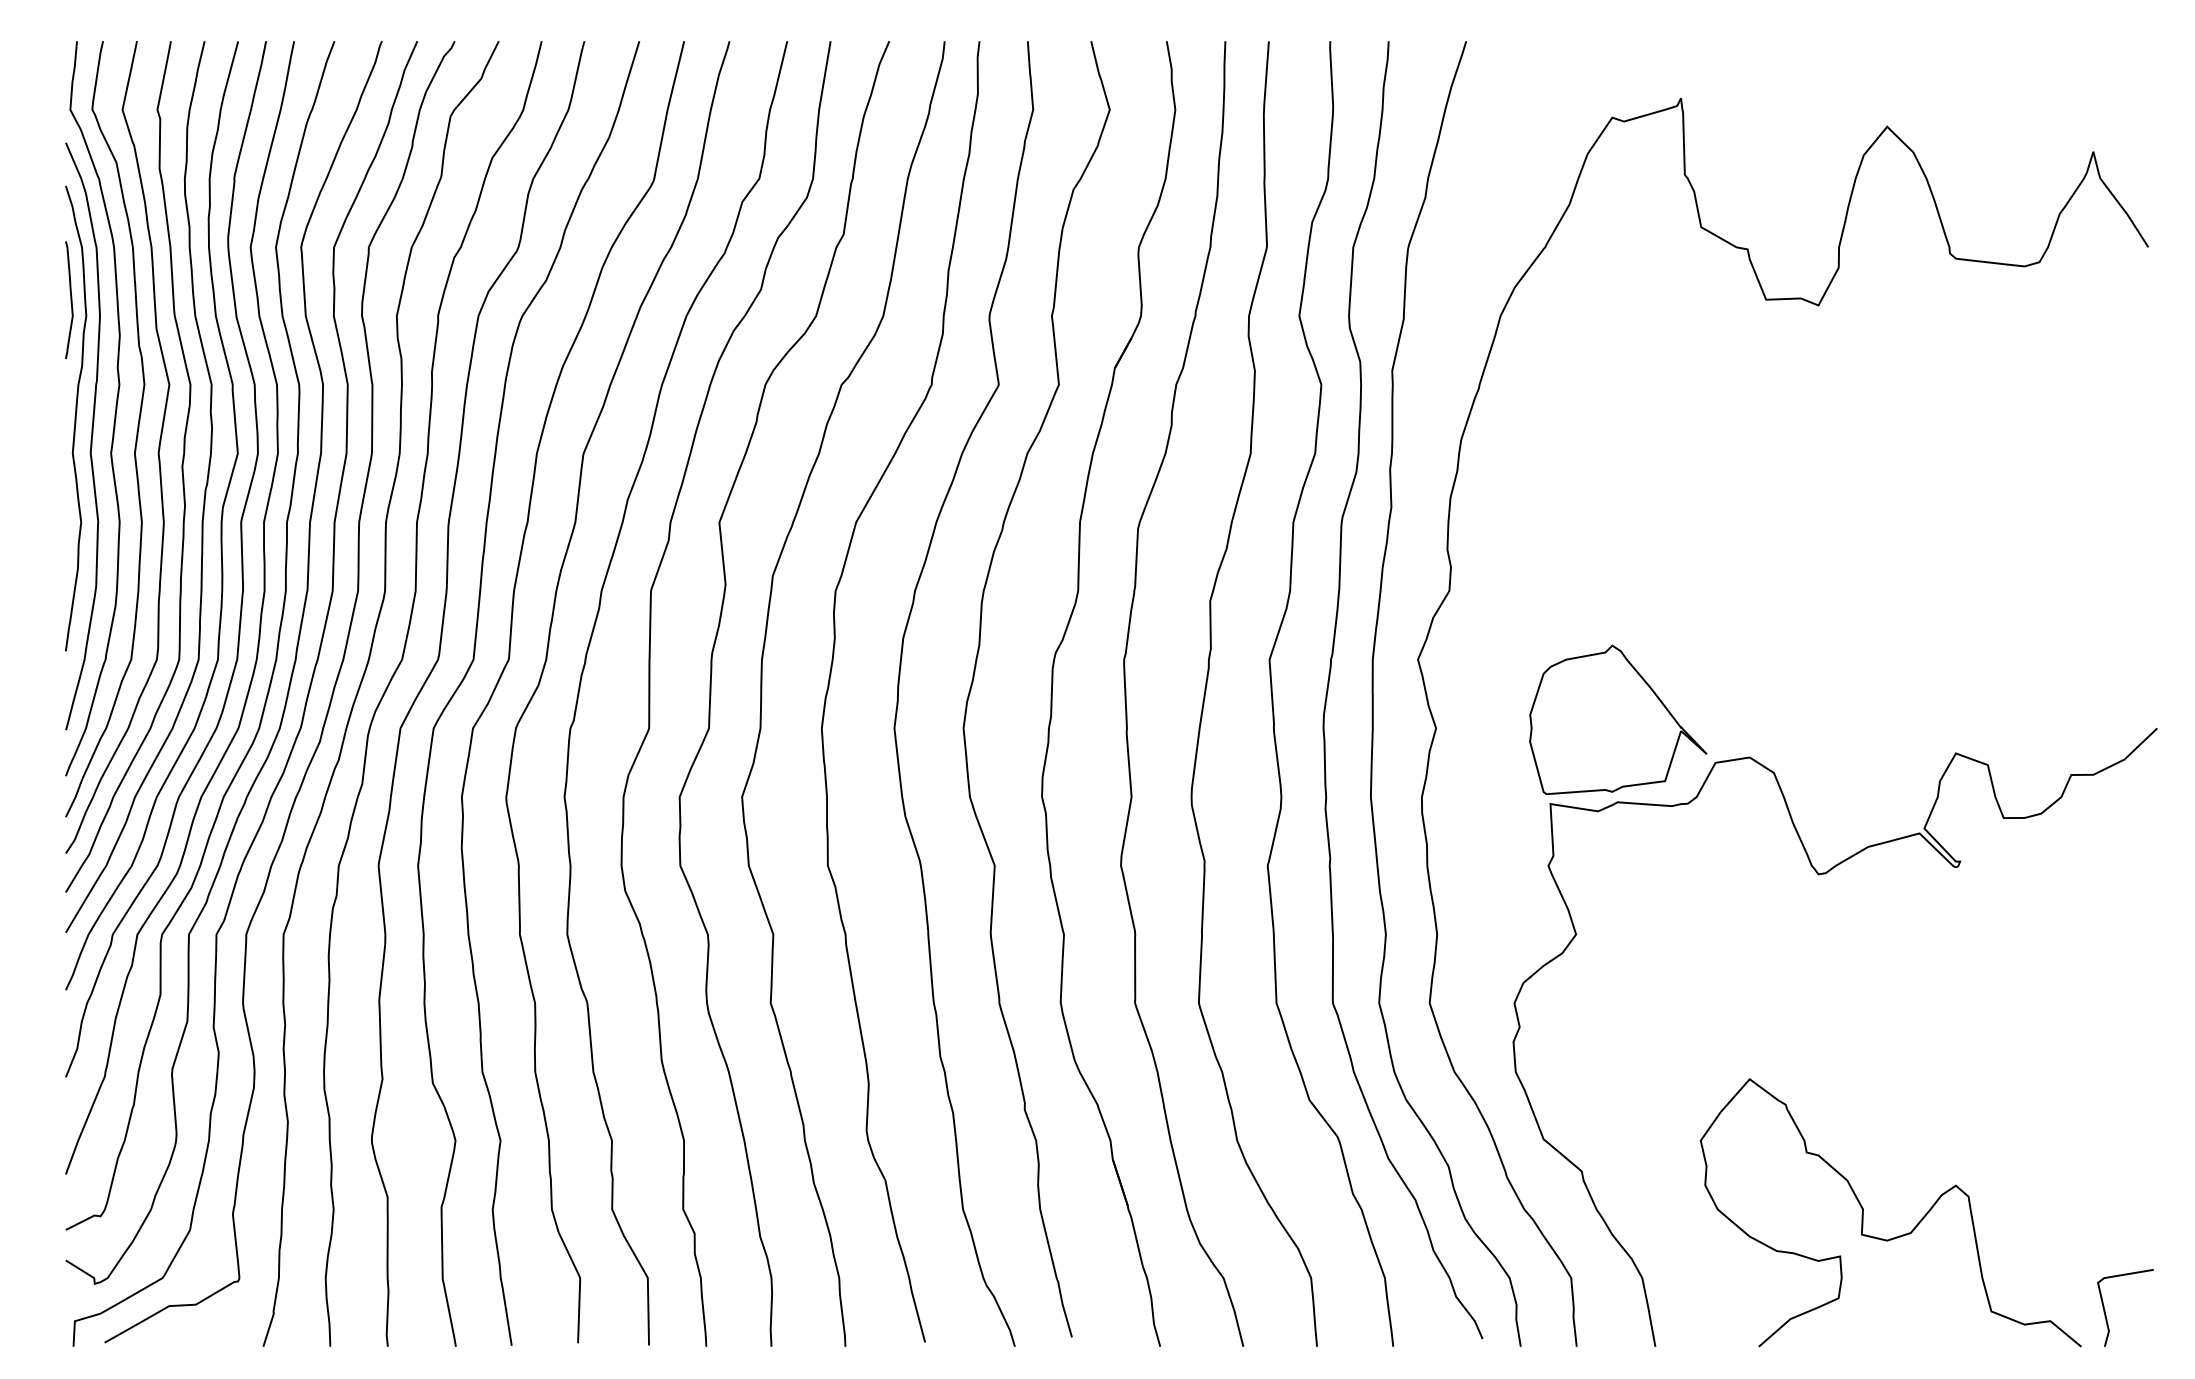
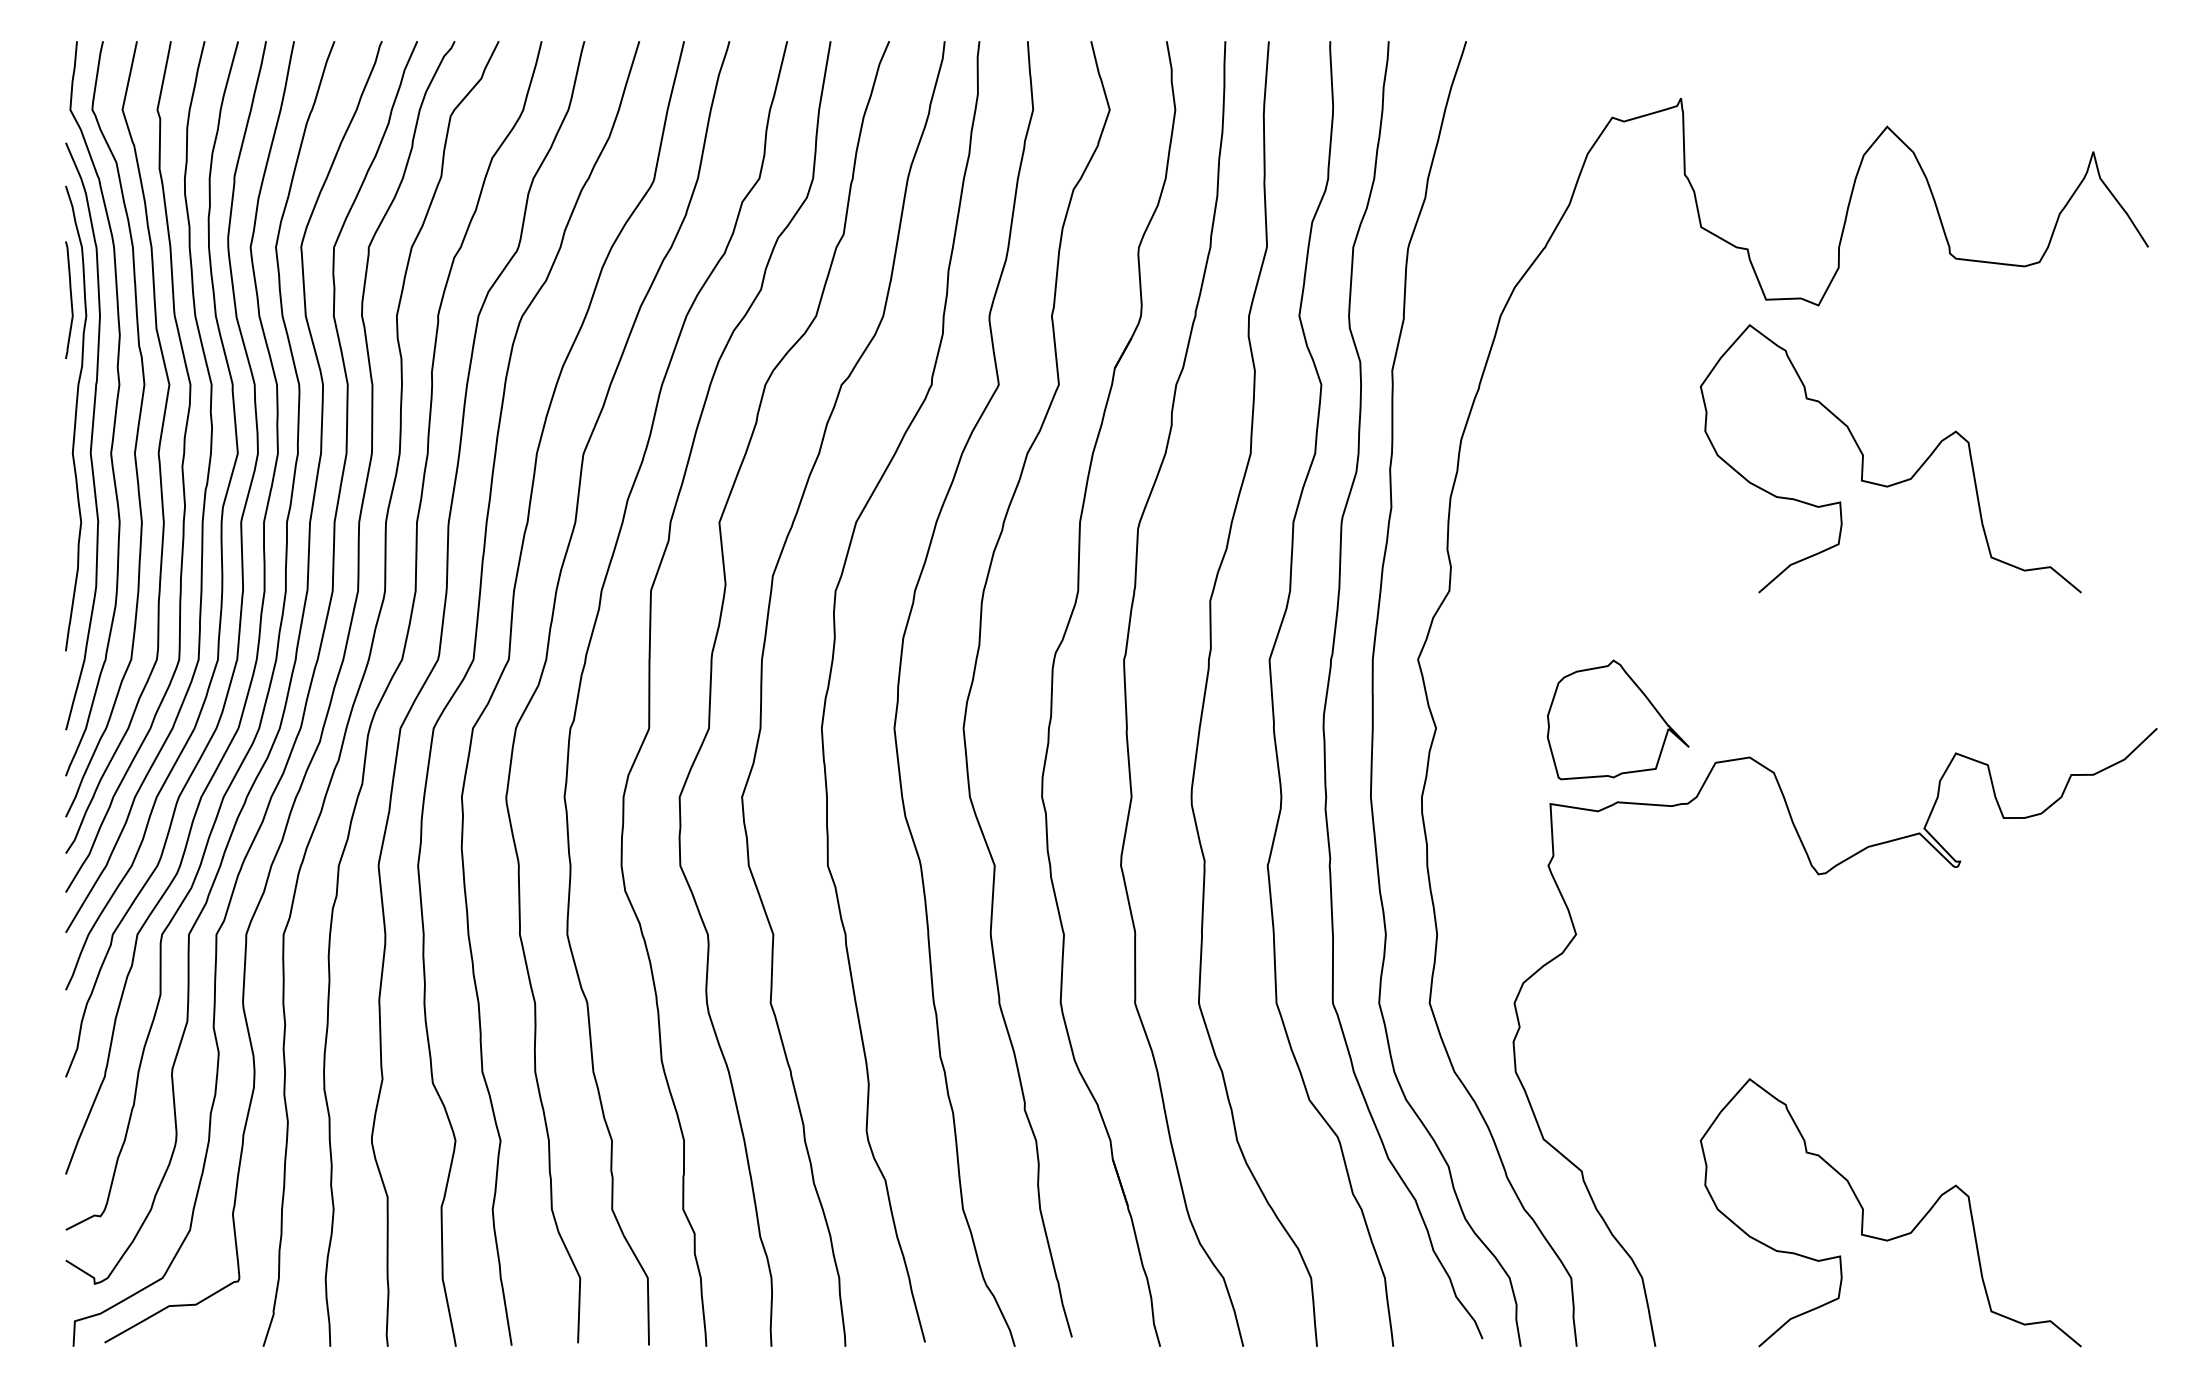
curve at (1899, 481): none -> present
part at (1618, 719) size: 179x152 px -> 144x122 px
line at (2105, 1310): present -> none
